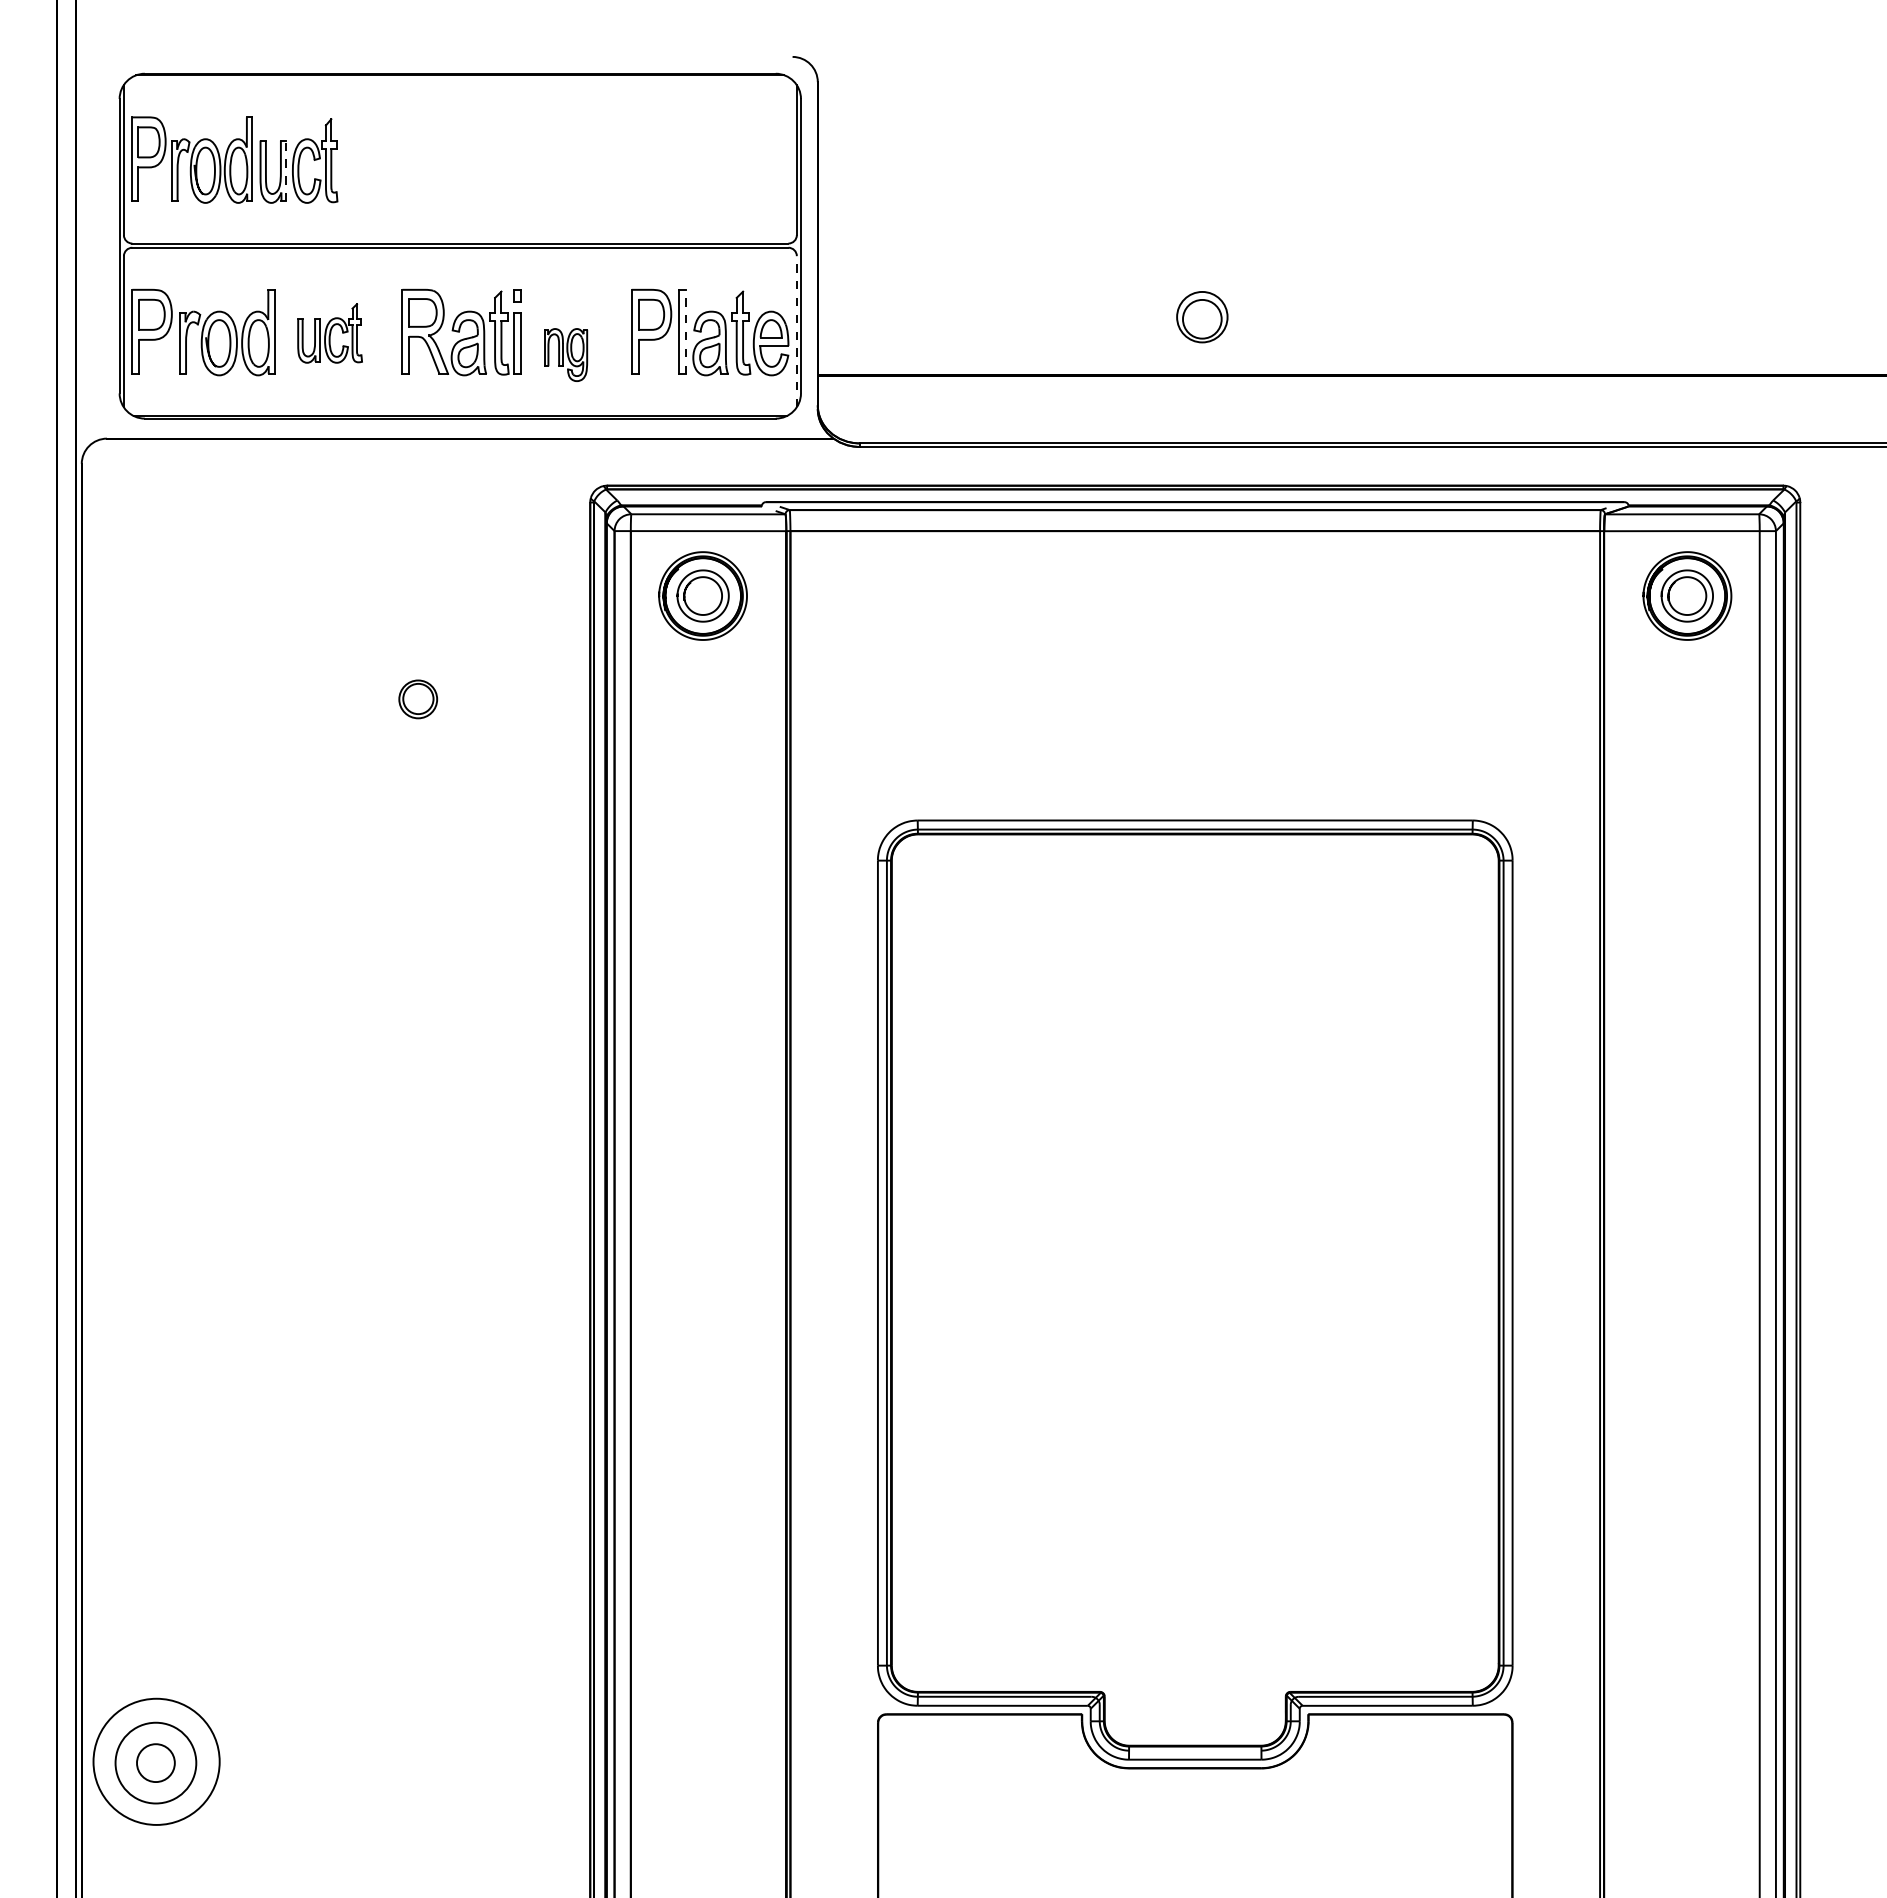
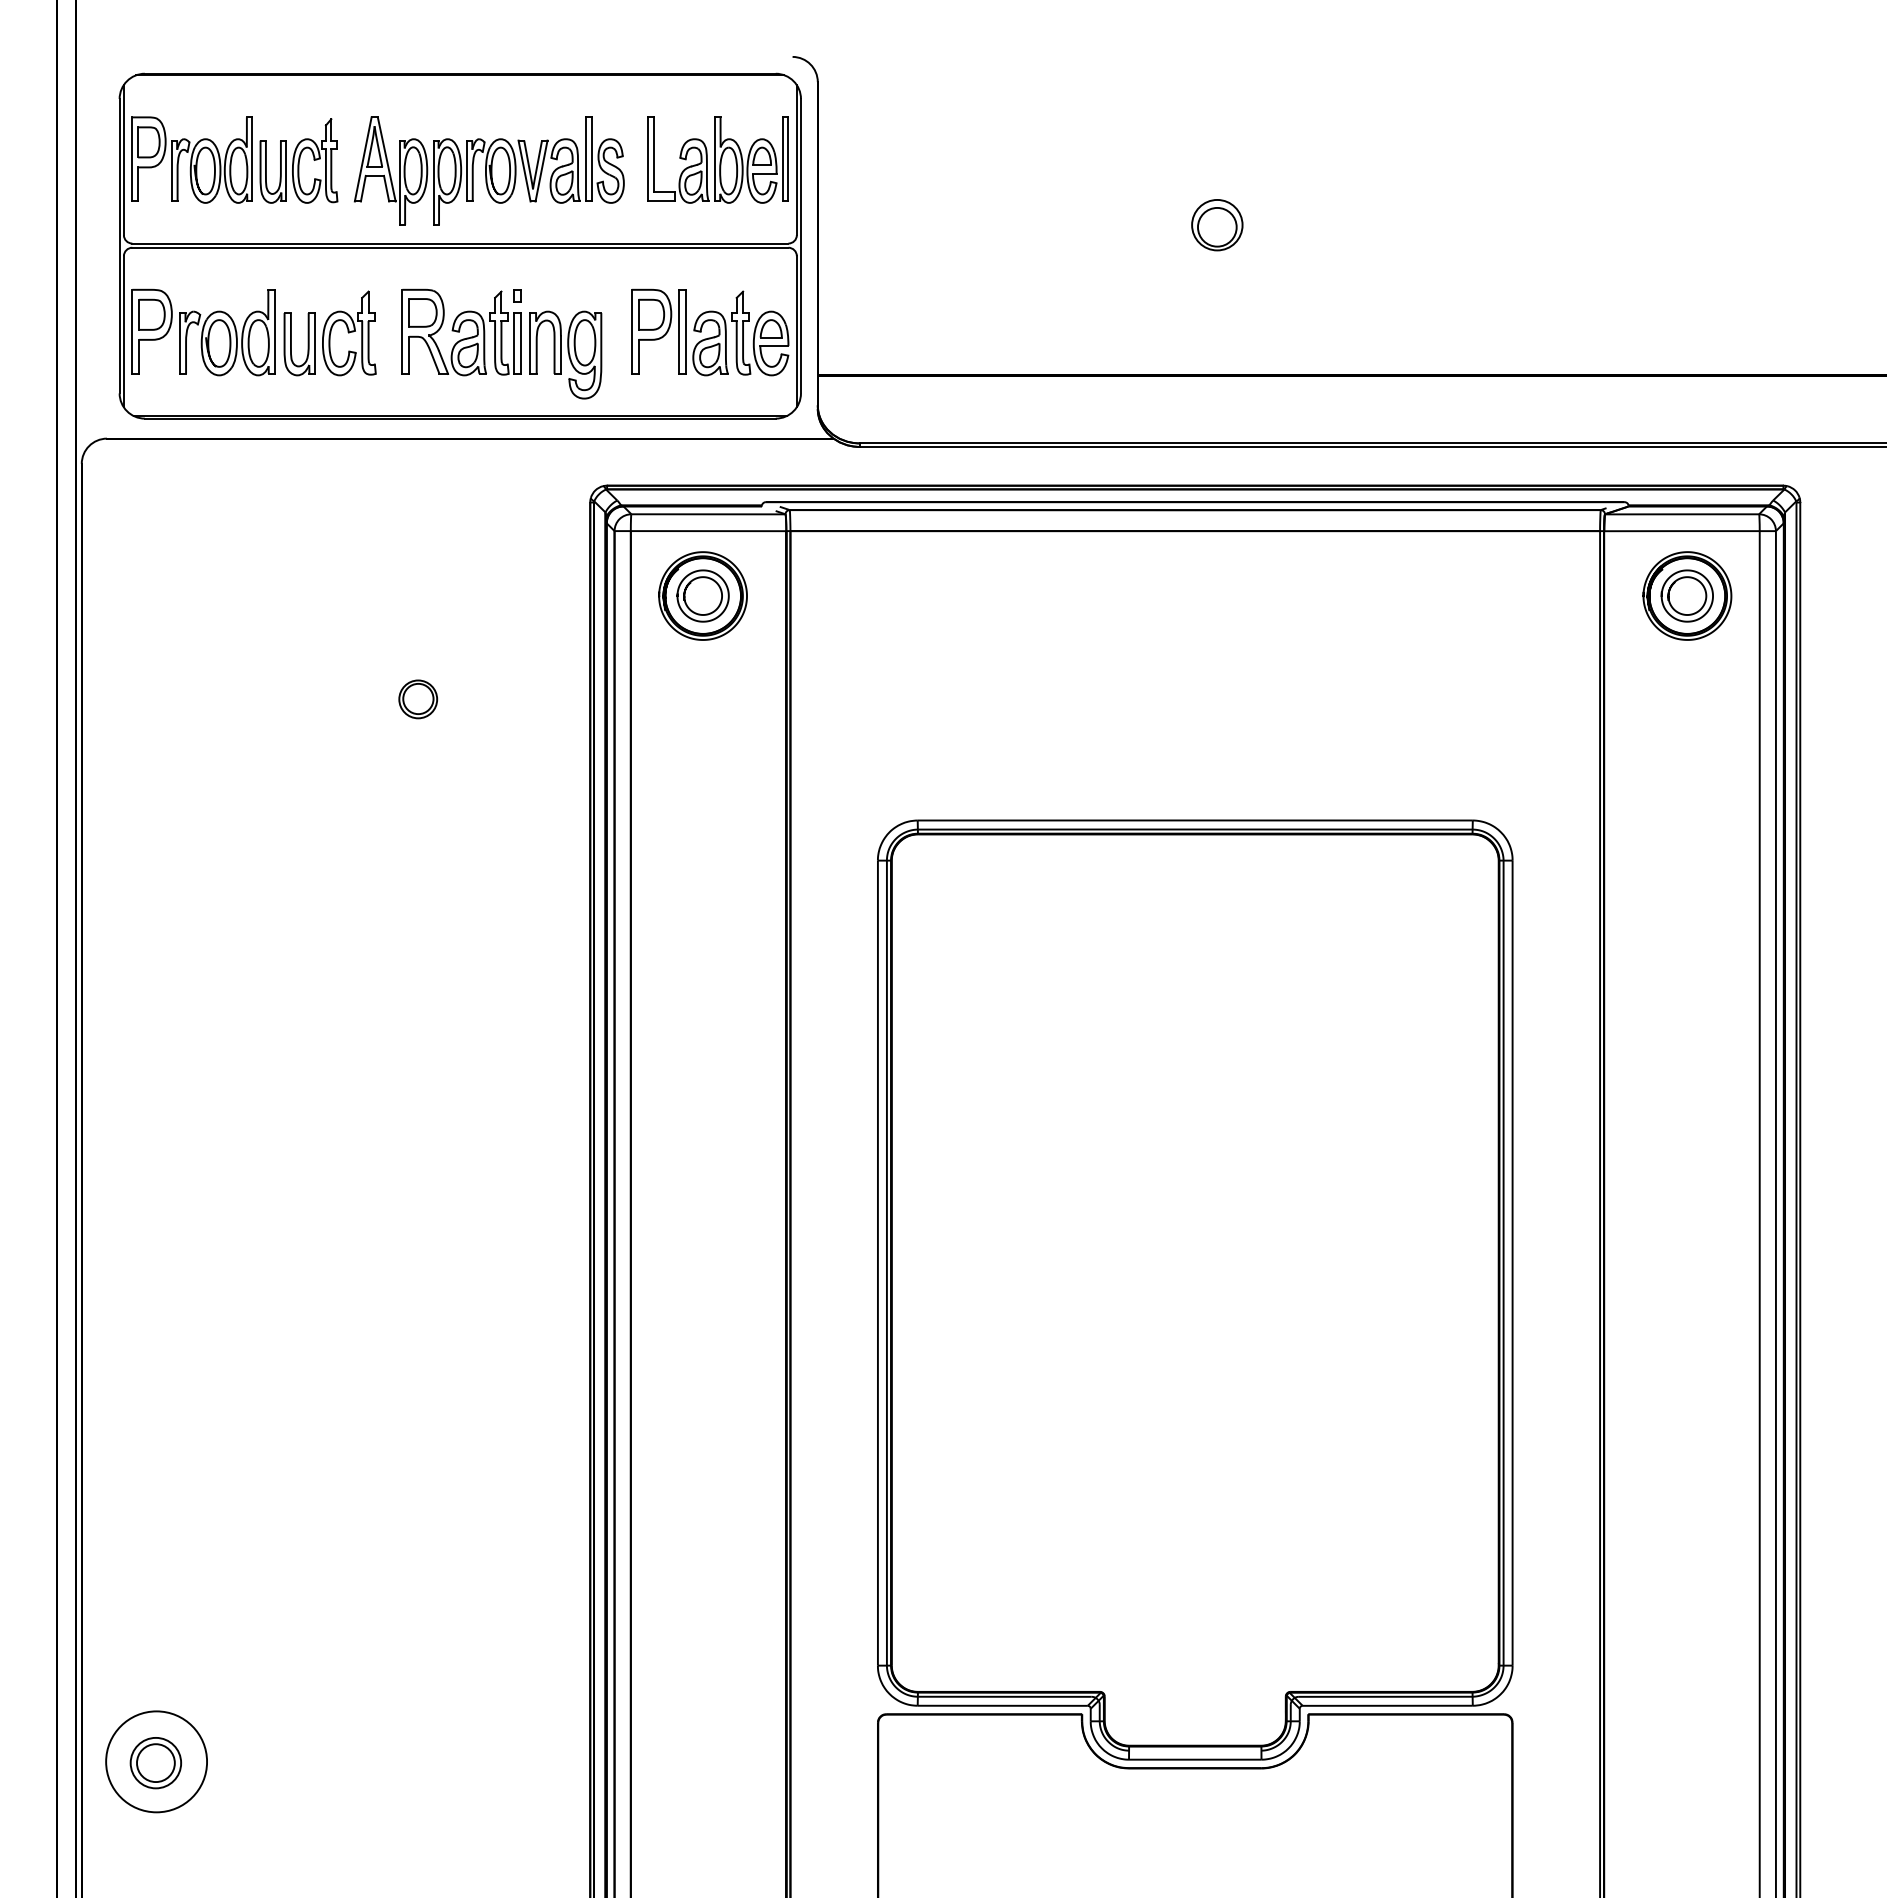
part at (717, 159): none -> present
line at (286, 170): dashed -> solid
part at (488, 170): none -> present
part at (1202, 317) position: (1202, 317) -> (1217, 225)
line at (685, 331): dashed -> solid
line at (796, 331): dashed -> solid
part at (329, 333) size: 66x61 px -> 94x87 px
part at (566, 354) size: 45x54 px -> 74x90 px
circle at (156, 1761) diameter: 126 px -> 101 px
circle at (155, 1762) diameter: 81 px -> 50 px
